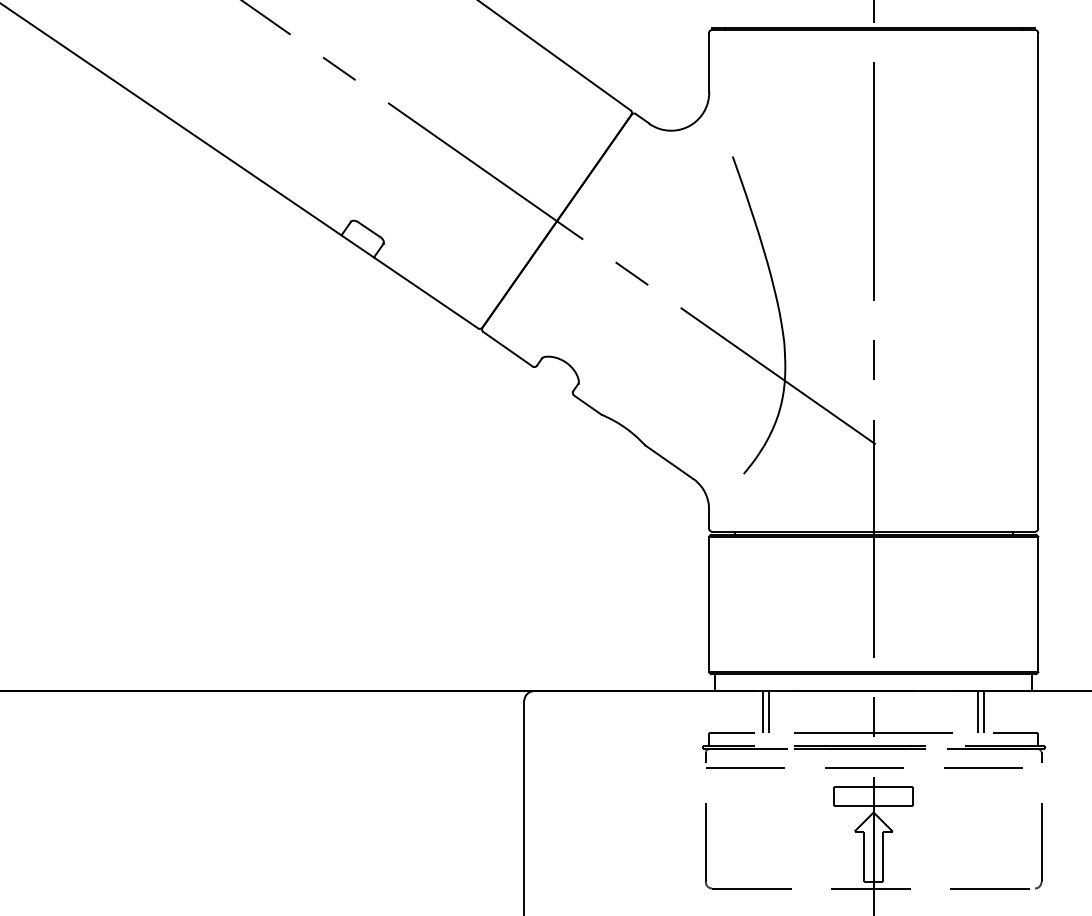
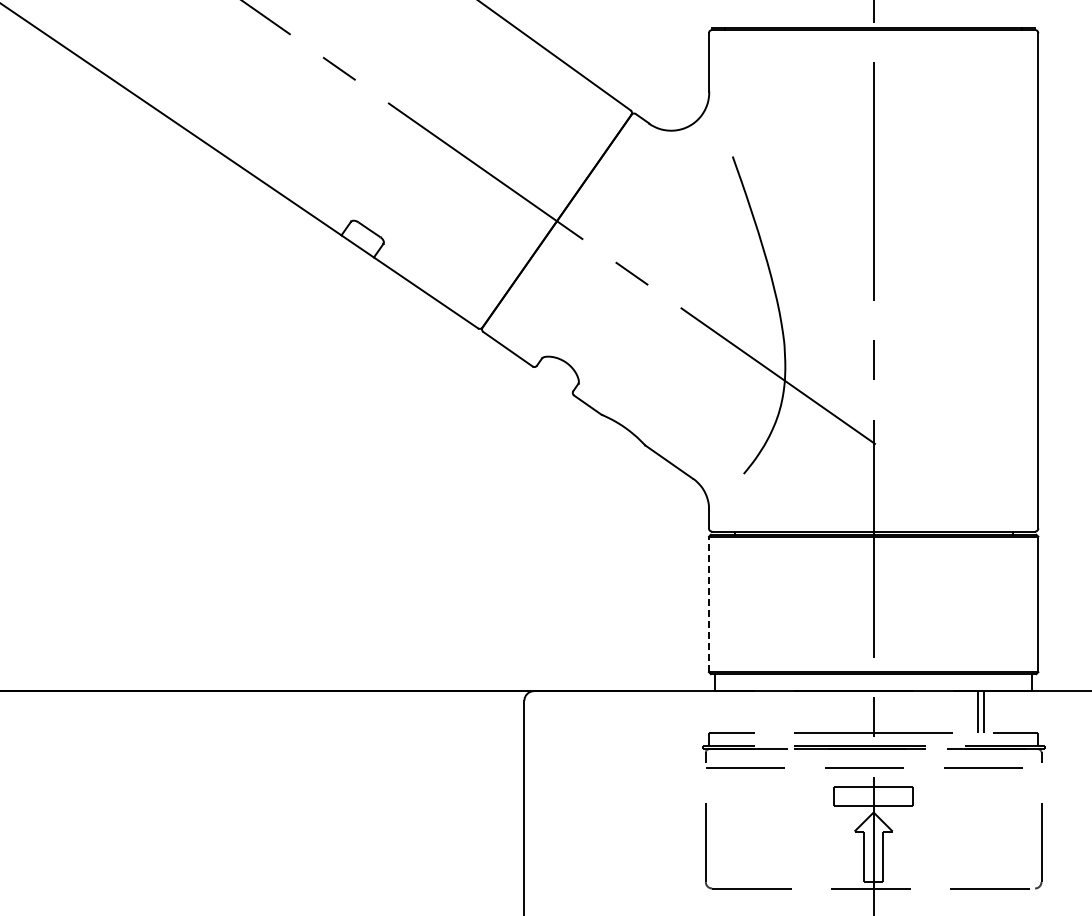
line at (709, 604): solid -> dashed
line at (762, 712): present -> none
line at (769, 712): present -> none
